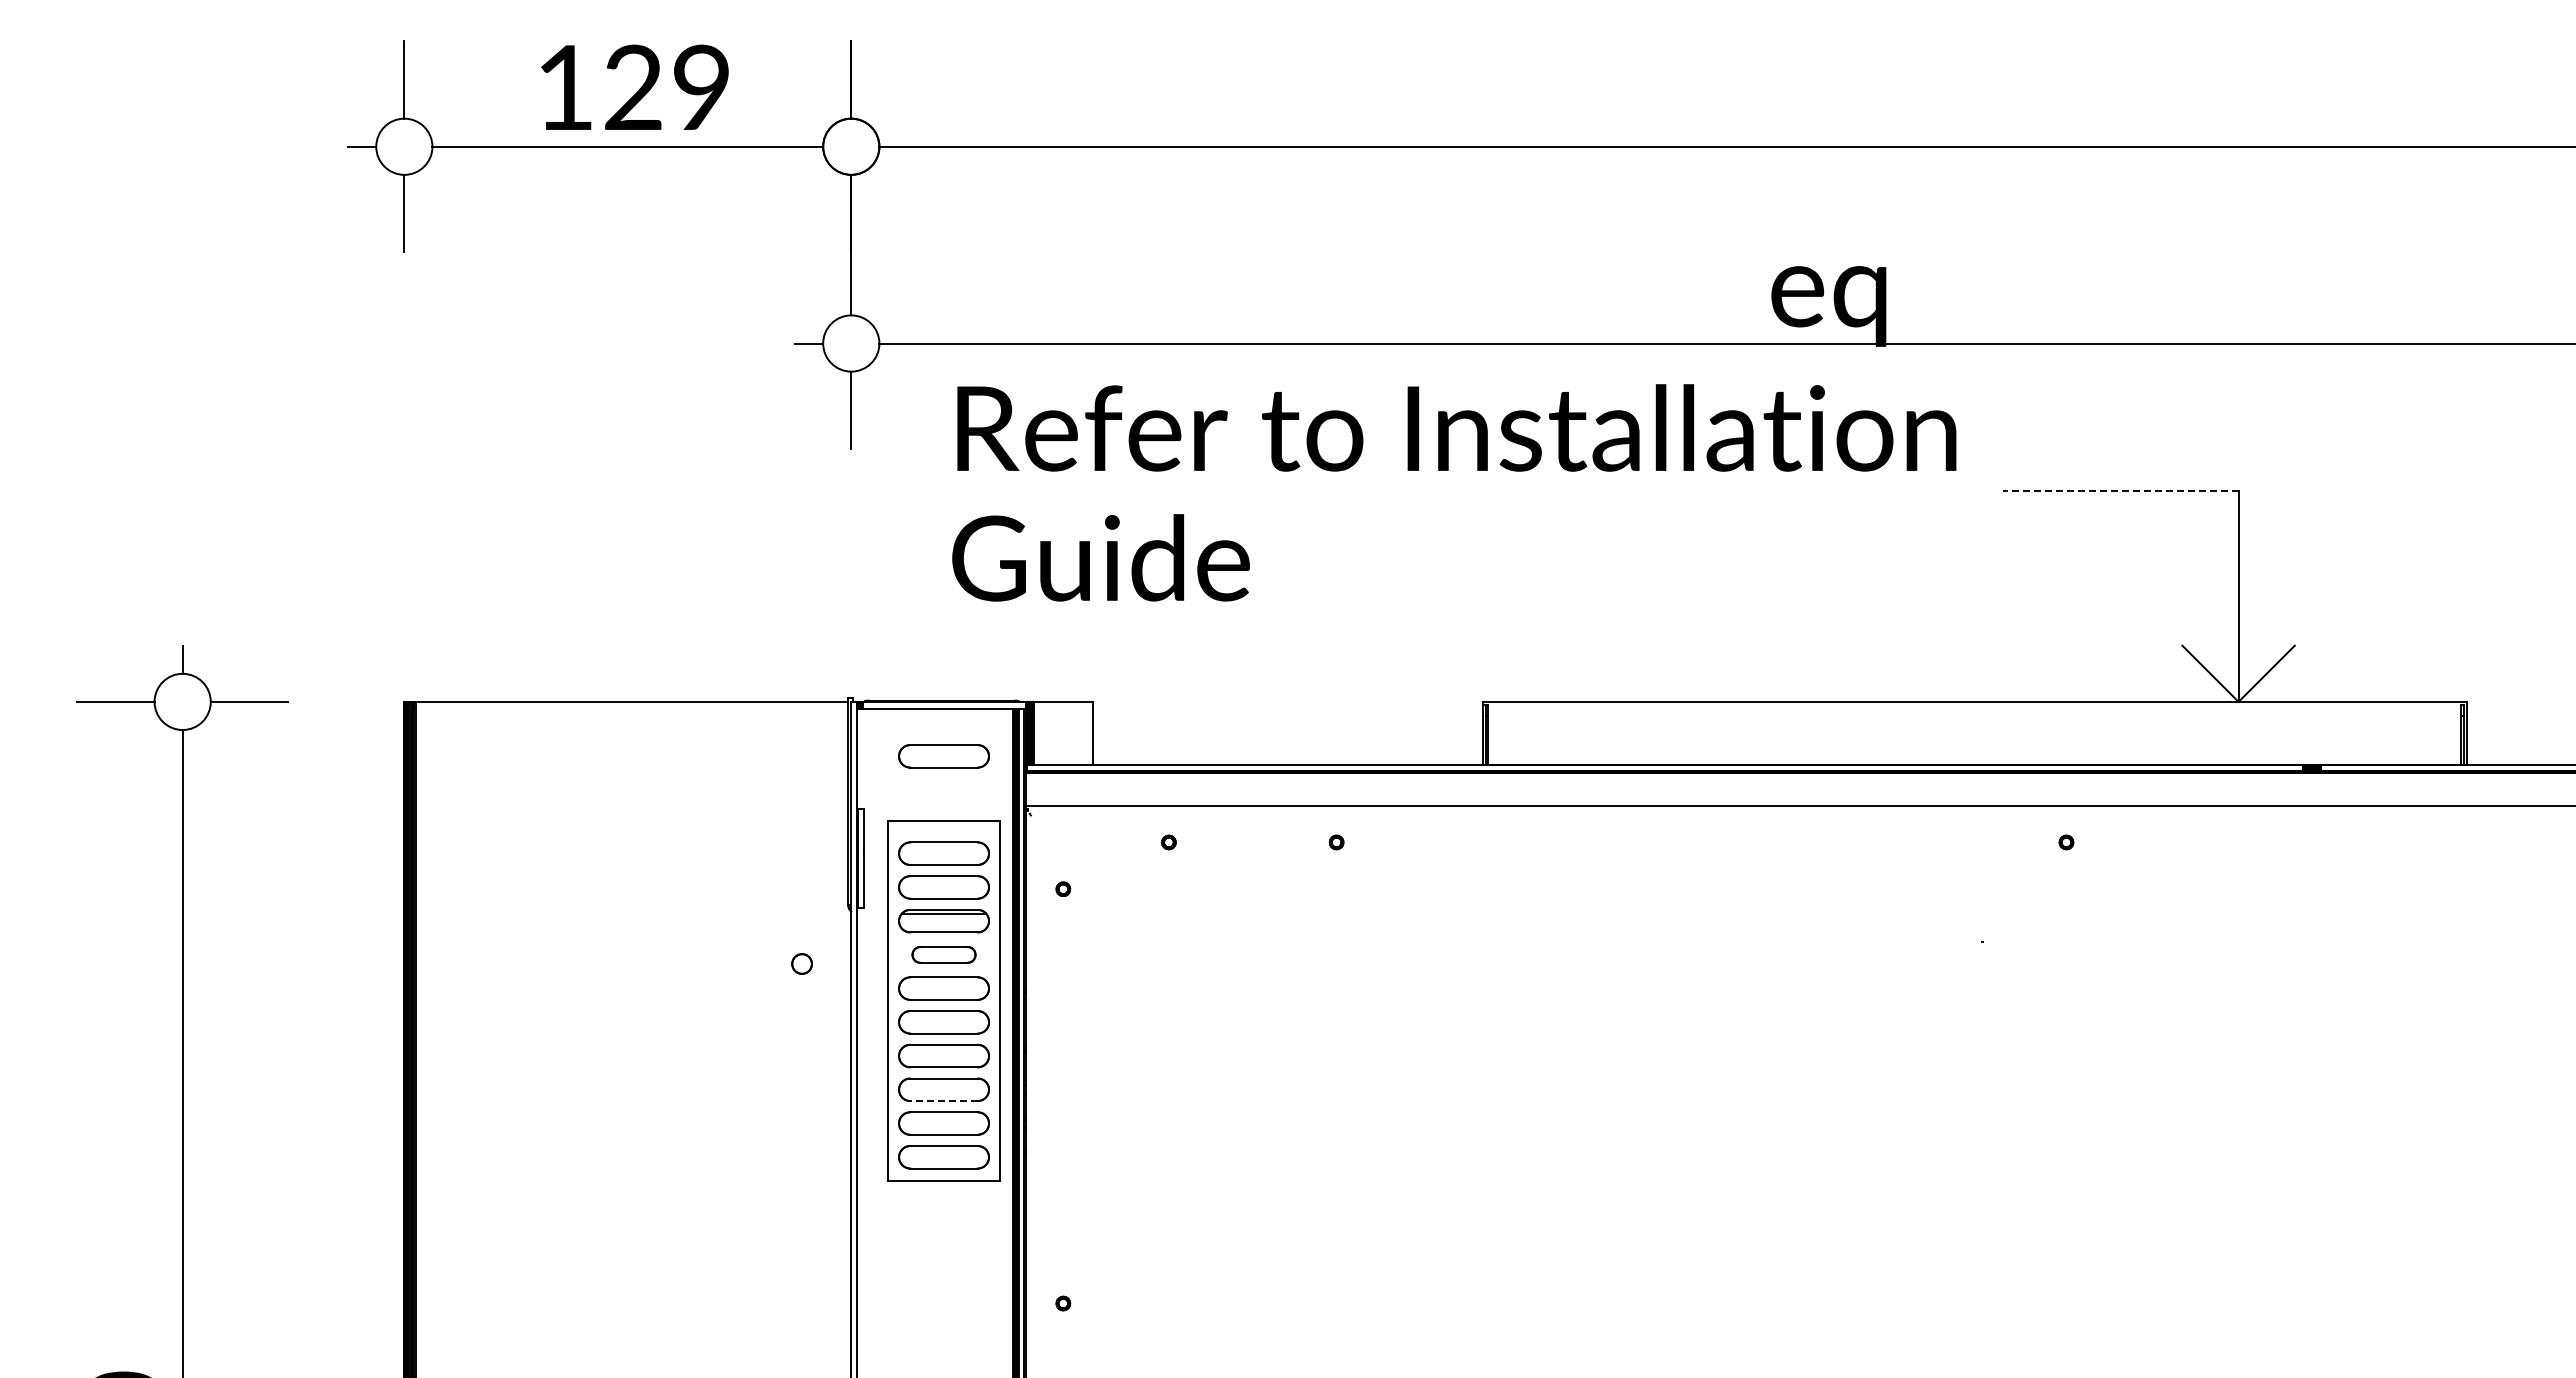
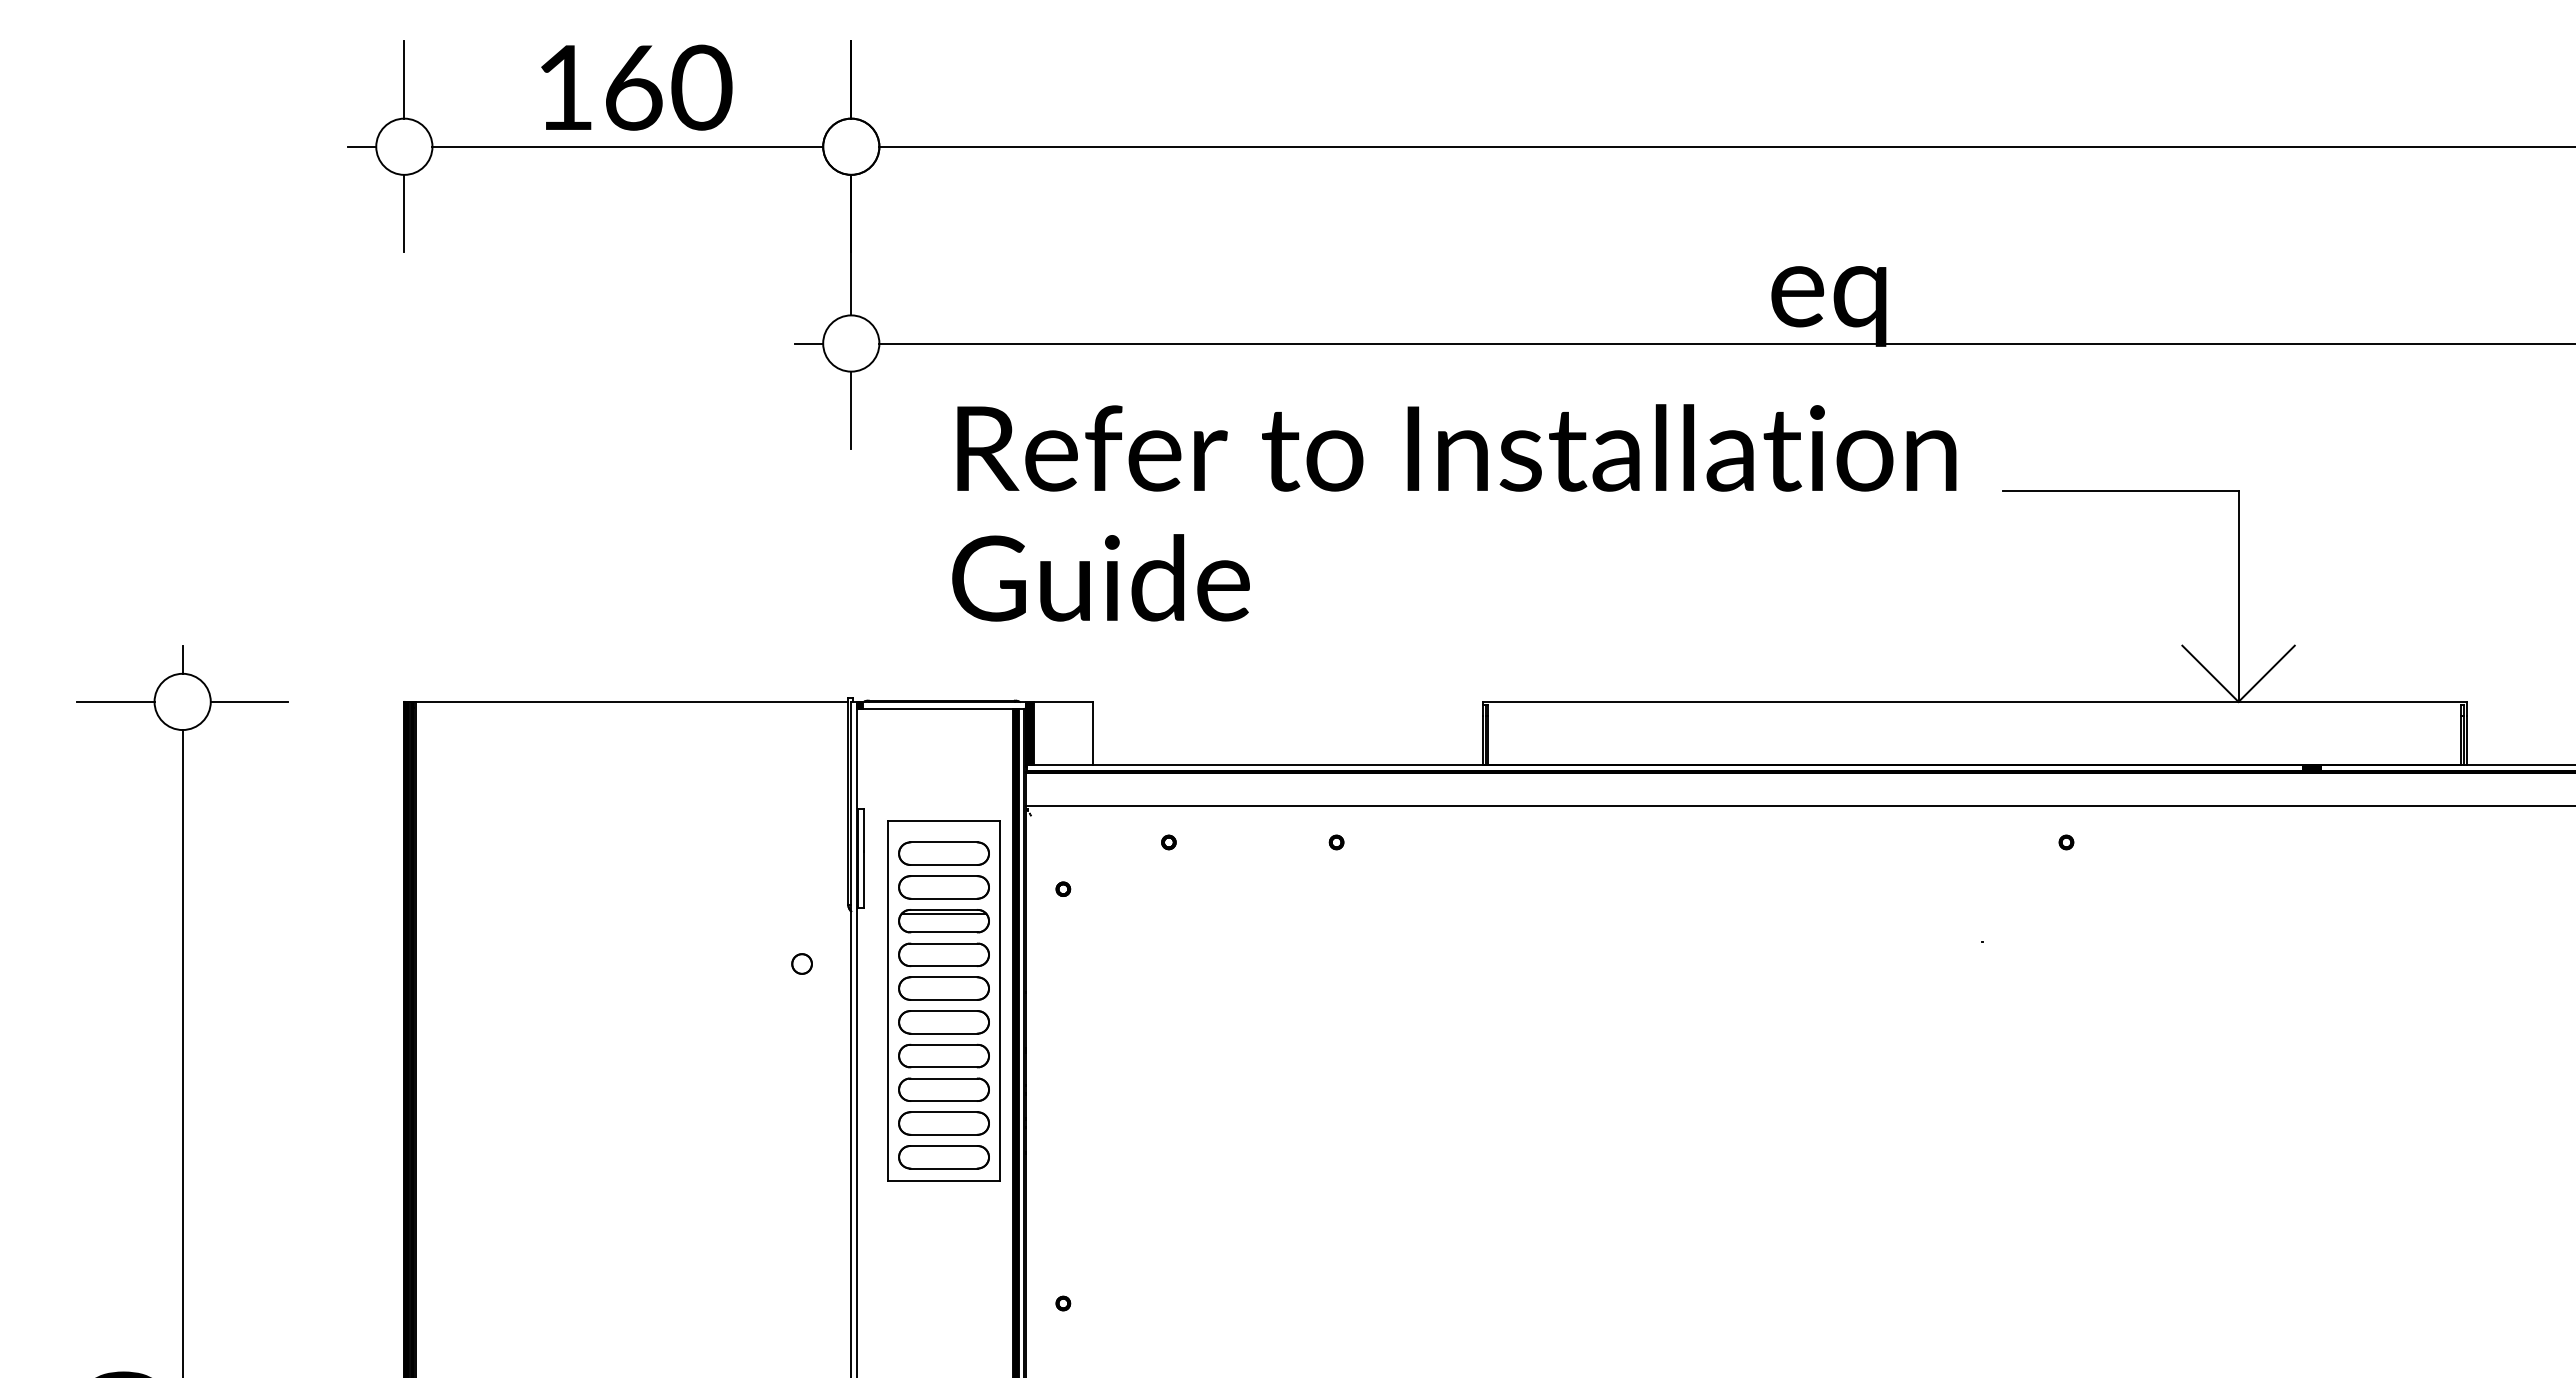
text at (668, 87): 129 -> 160
line at (2120, 490): dashed -> solid
text at (1454, 492) position: (1454, 492) -> (1454, 512)
part at (943, 756): present -> none
part at (943, 954) size: 66x18 px -> 92x26 px
line at (944, 1101): dashed -> solid
